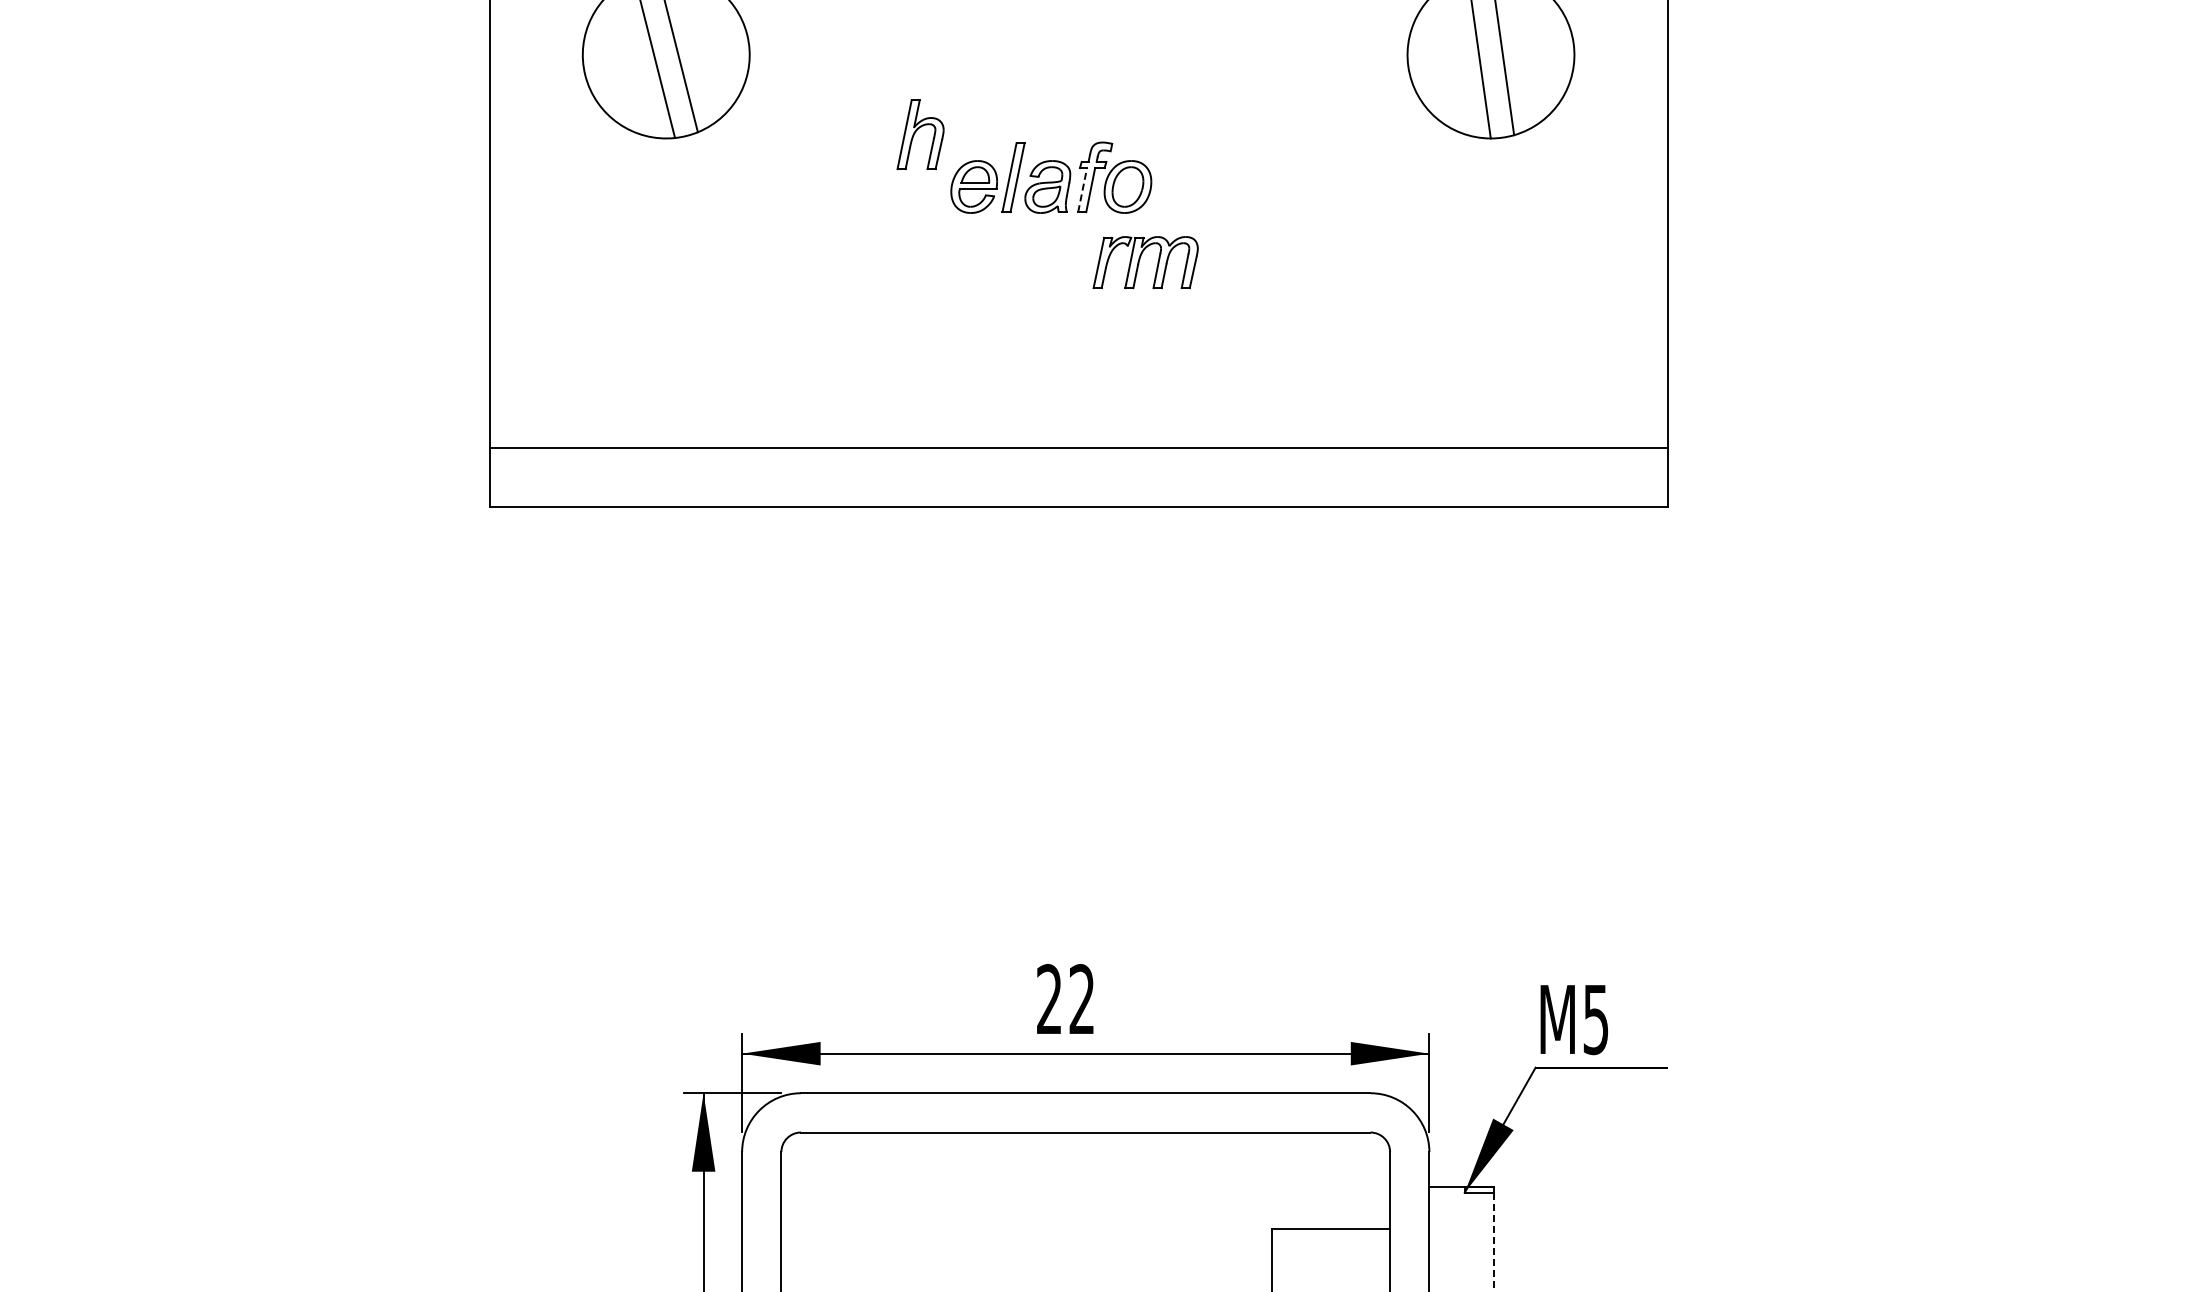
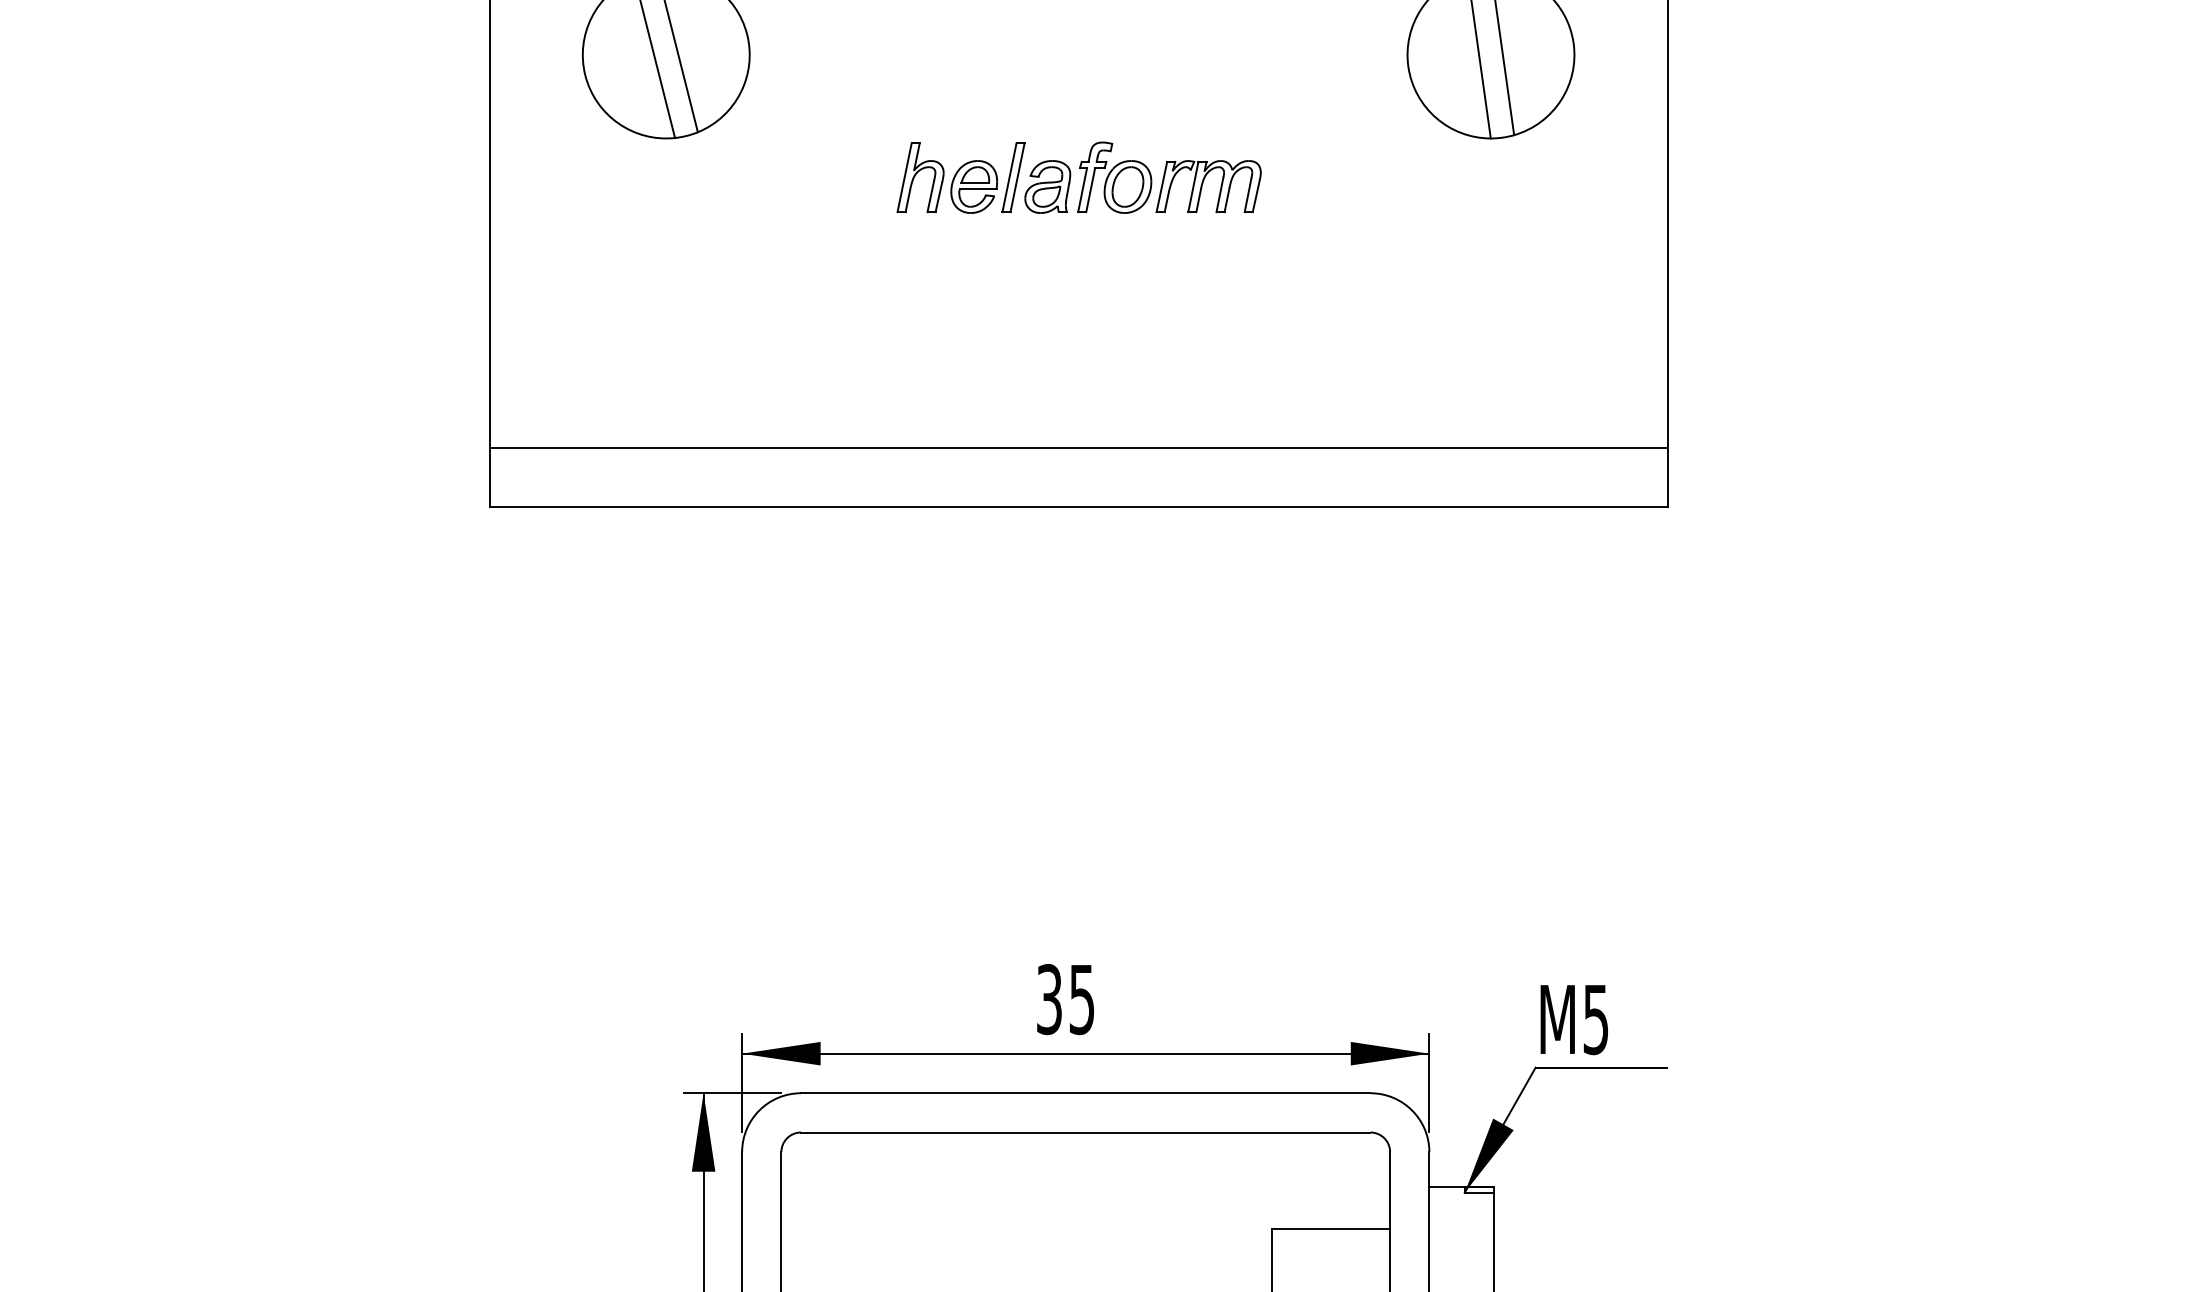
part at (920, 134) position: (920, 134) -> (920, 177)
line at (1082, 189): dashed -> solid
part at (1145, 262) position: (1145, 262) -> (1208, 186)
text at (1065, 999): 22 -> 35
line at (1494, 1242): dashed -> solid
